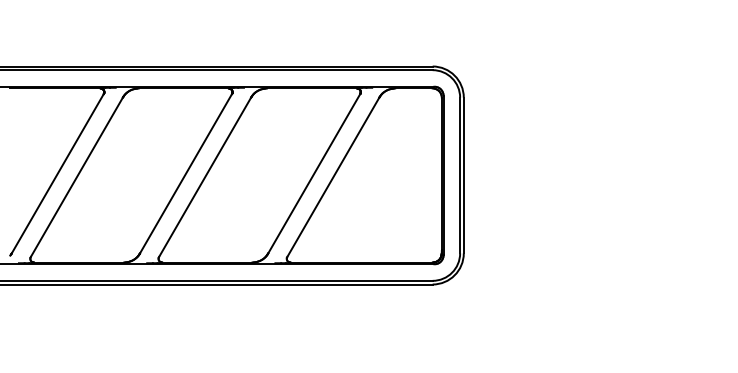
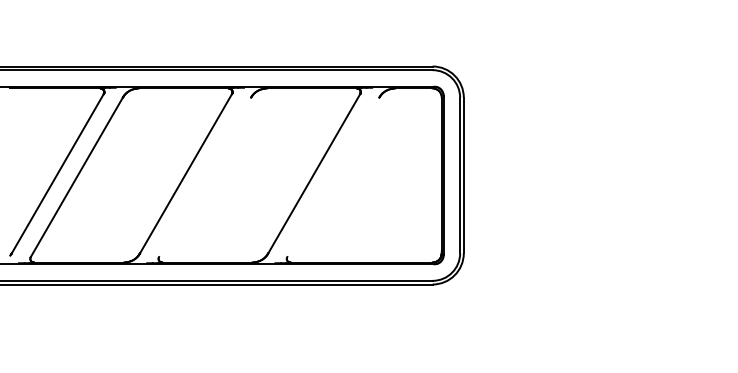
line at (204, 177): present -> none
line at (333, 177): present -> none
